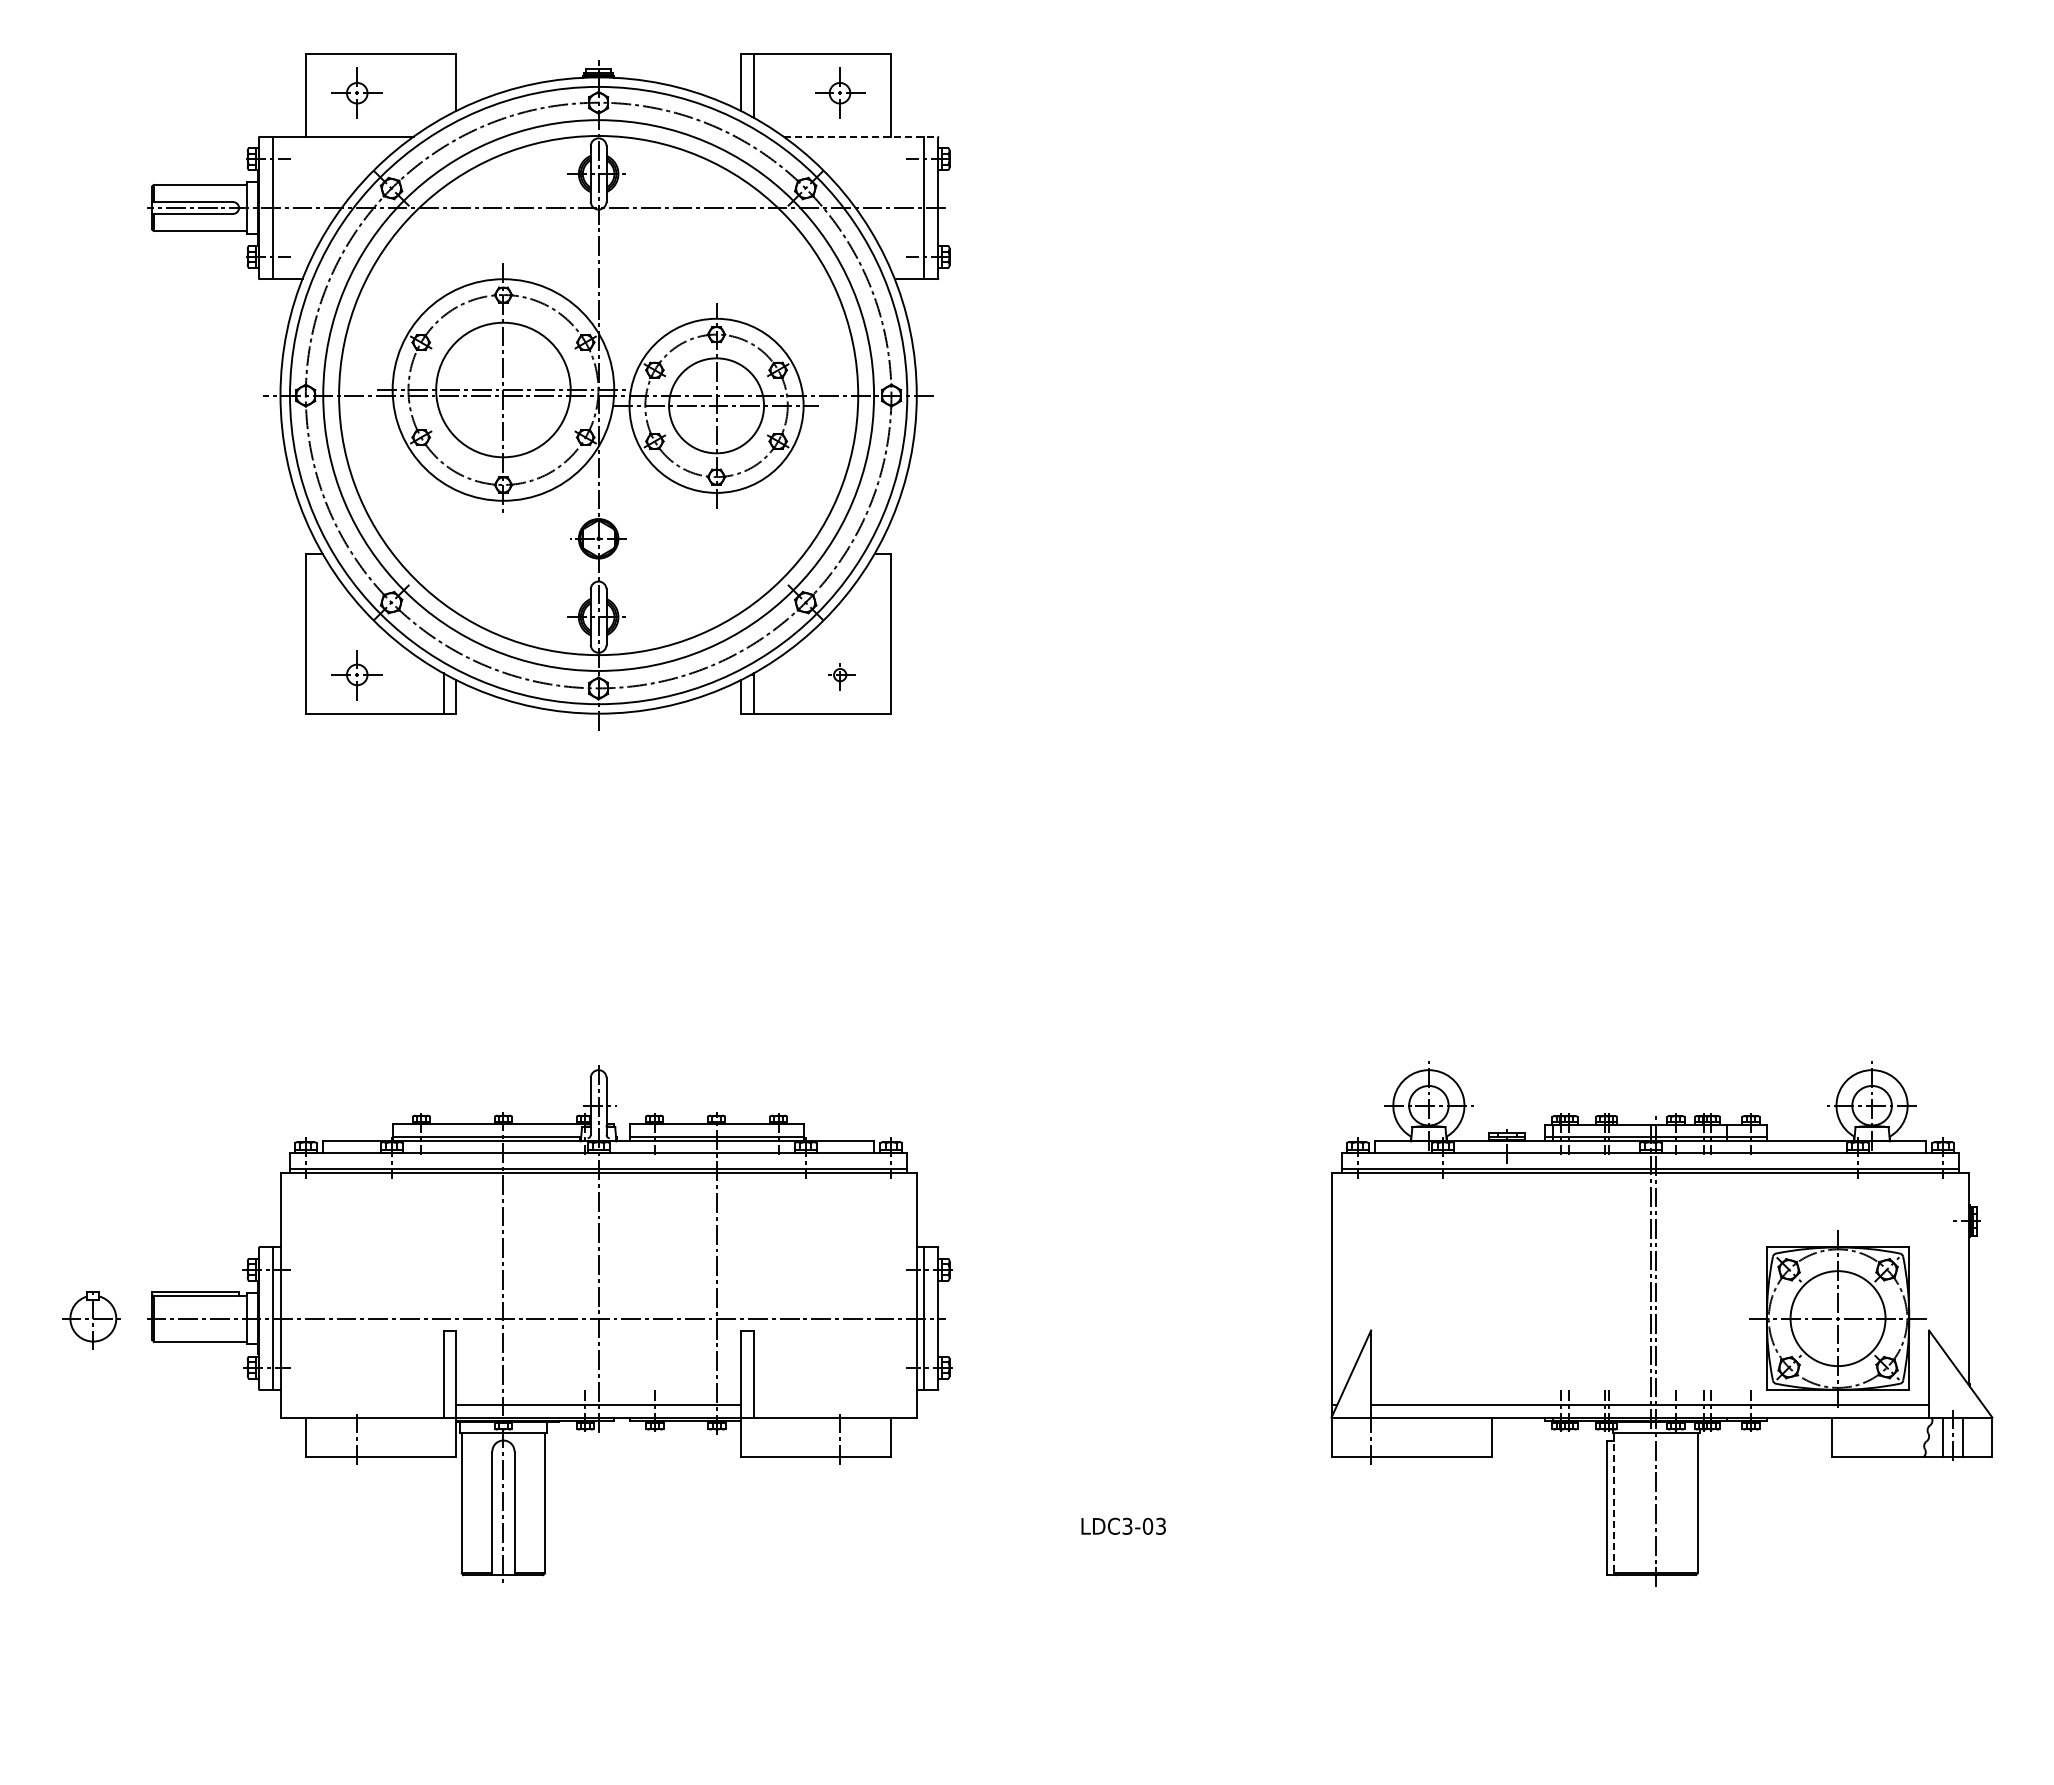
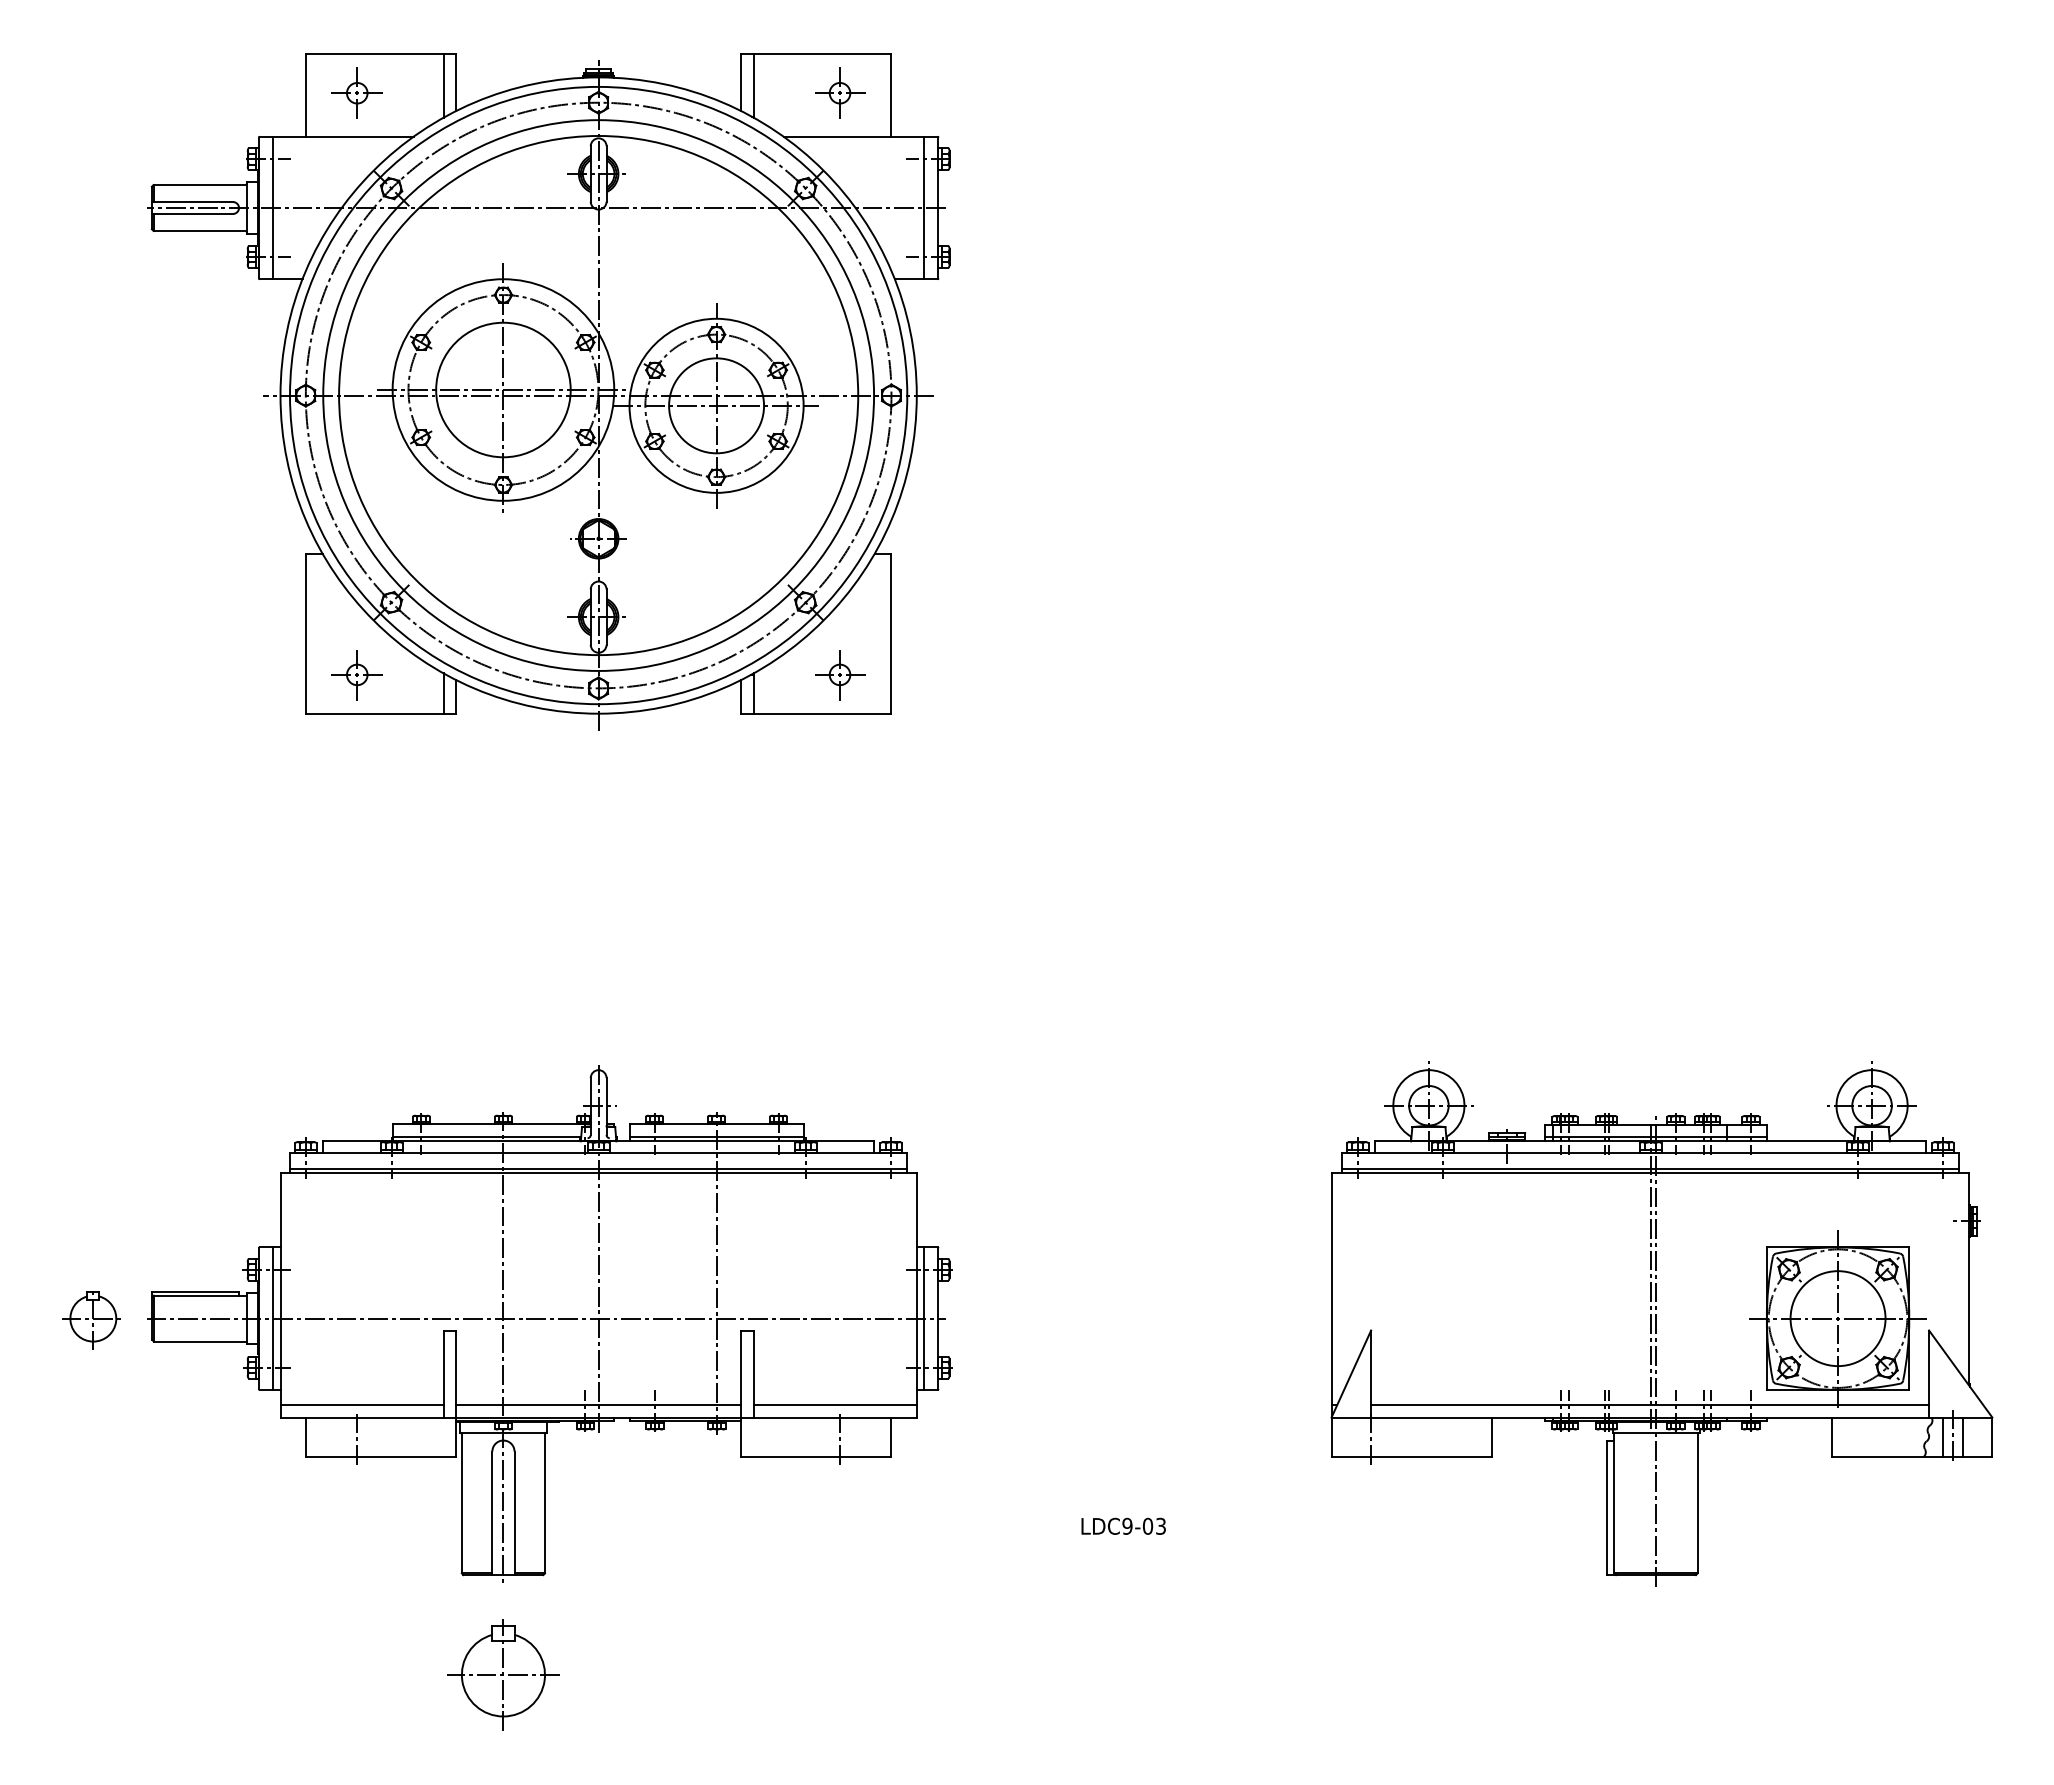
line at (443, 85): none -> present
line at (861, 136): dashed -> solid
part at (841, 676) size: 28x28 px -> 51x51 px
line at (361, 1404): none -> present
line at (834, 1404): none -> present
line at (1614, 1503): dashed -> solid
text at (1127, 1526): LDC3-03 -> LDC9-03
part at (503, 1674): none -> present
